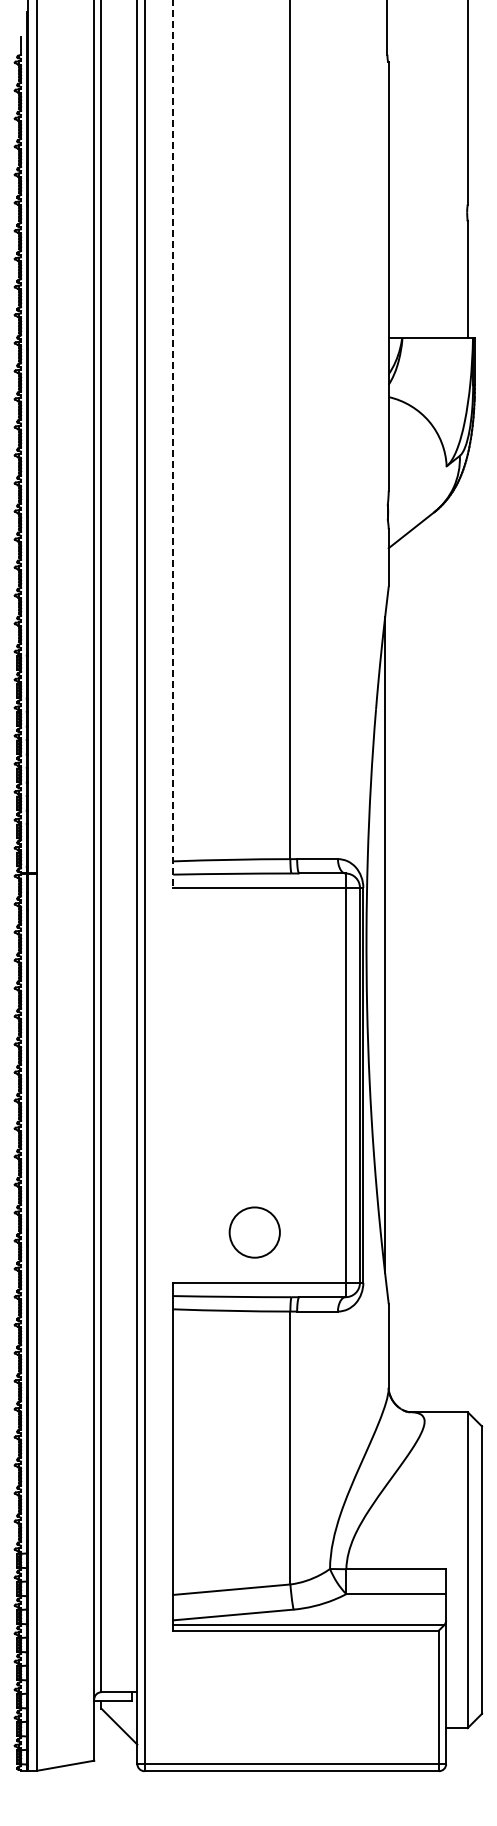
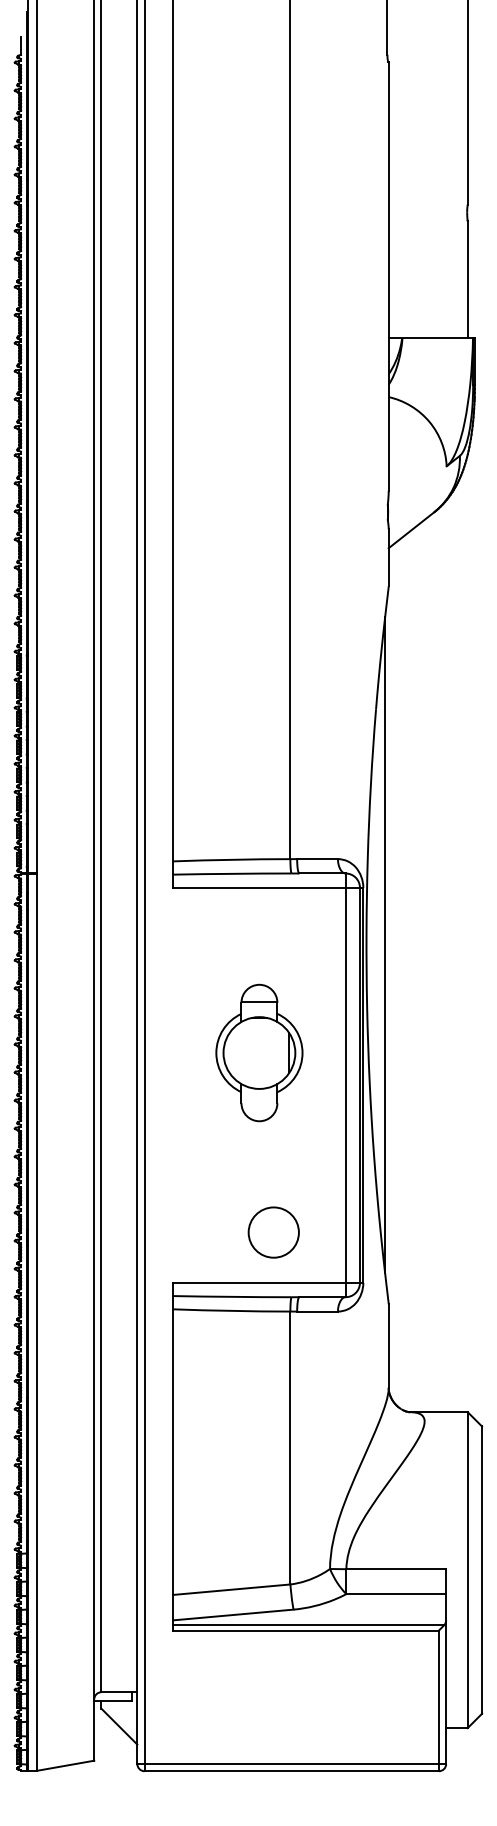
line at (173, 444): dashed -> solid
part at (259, 1052): none -> present
circle at (254, 1232) position: (254, 1232) -> (273, 1232)
